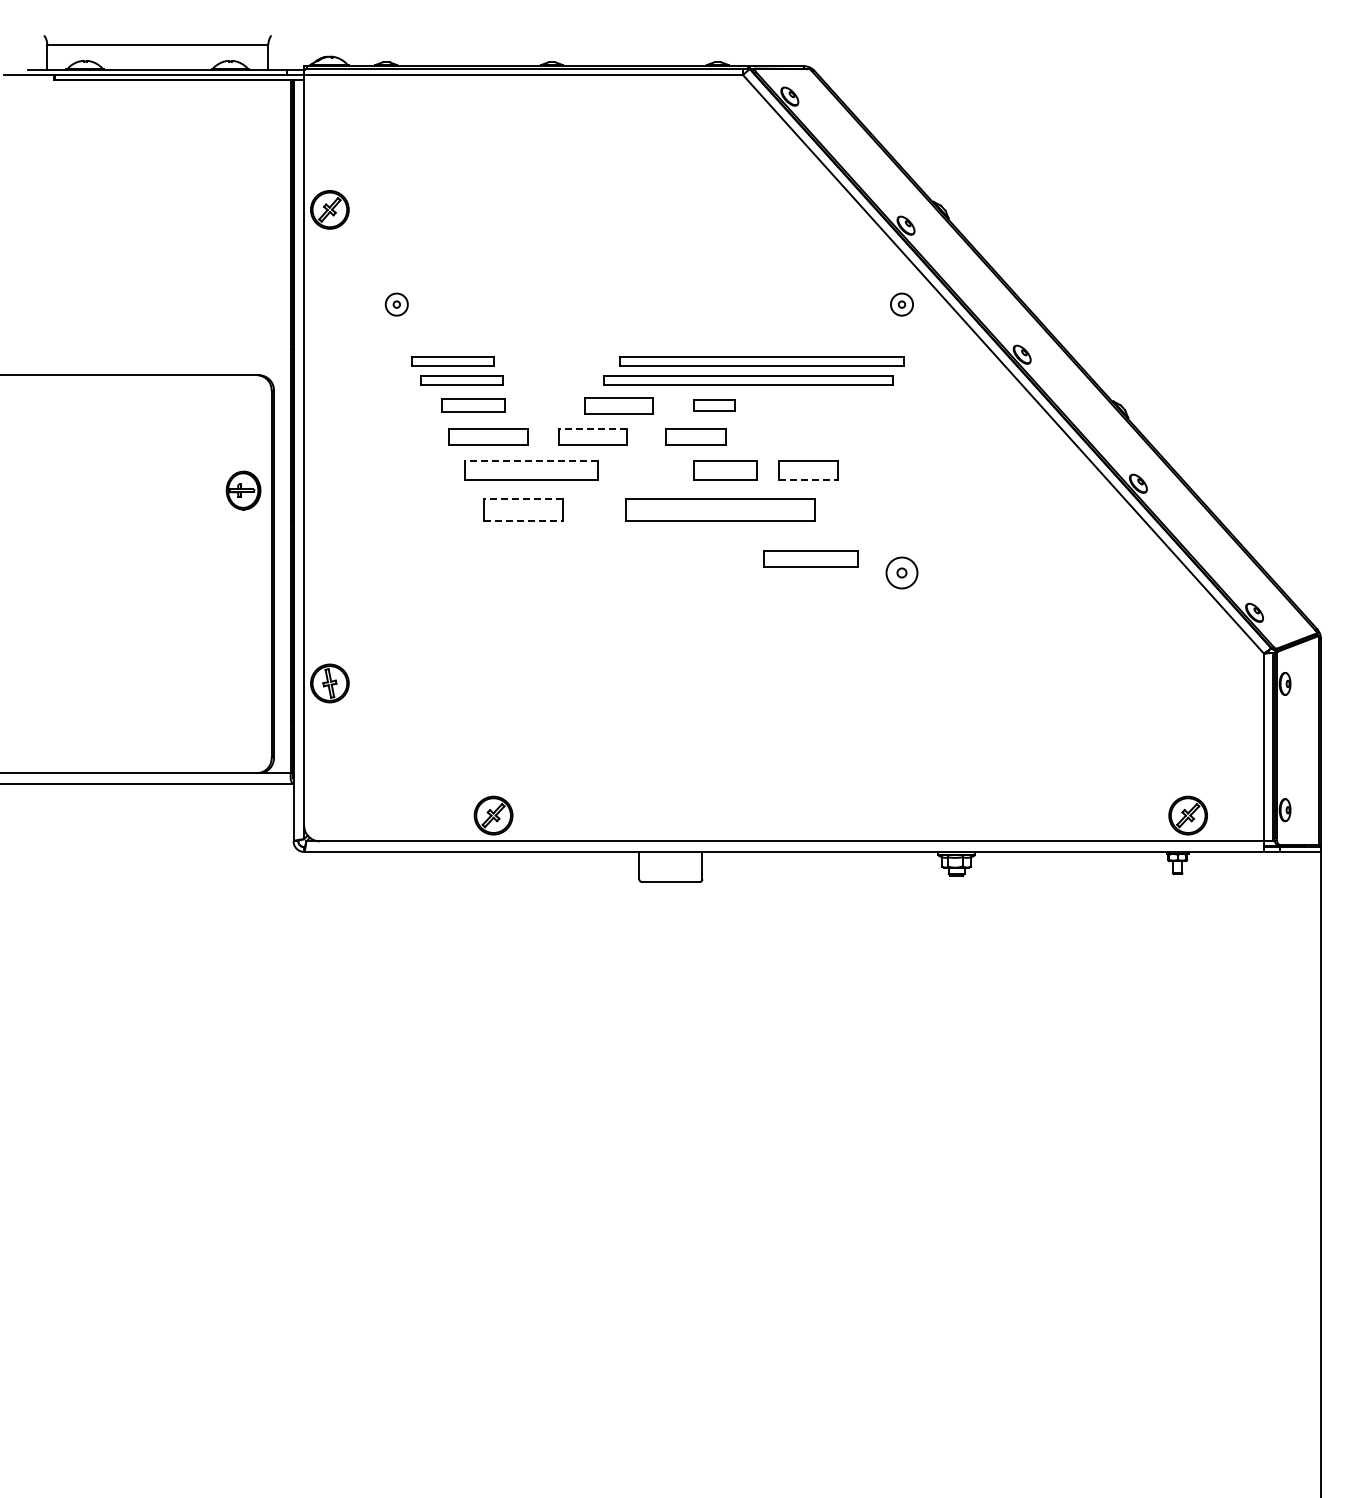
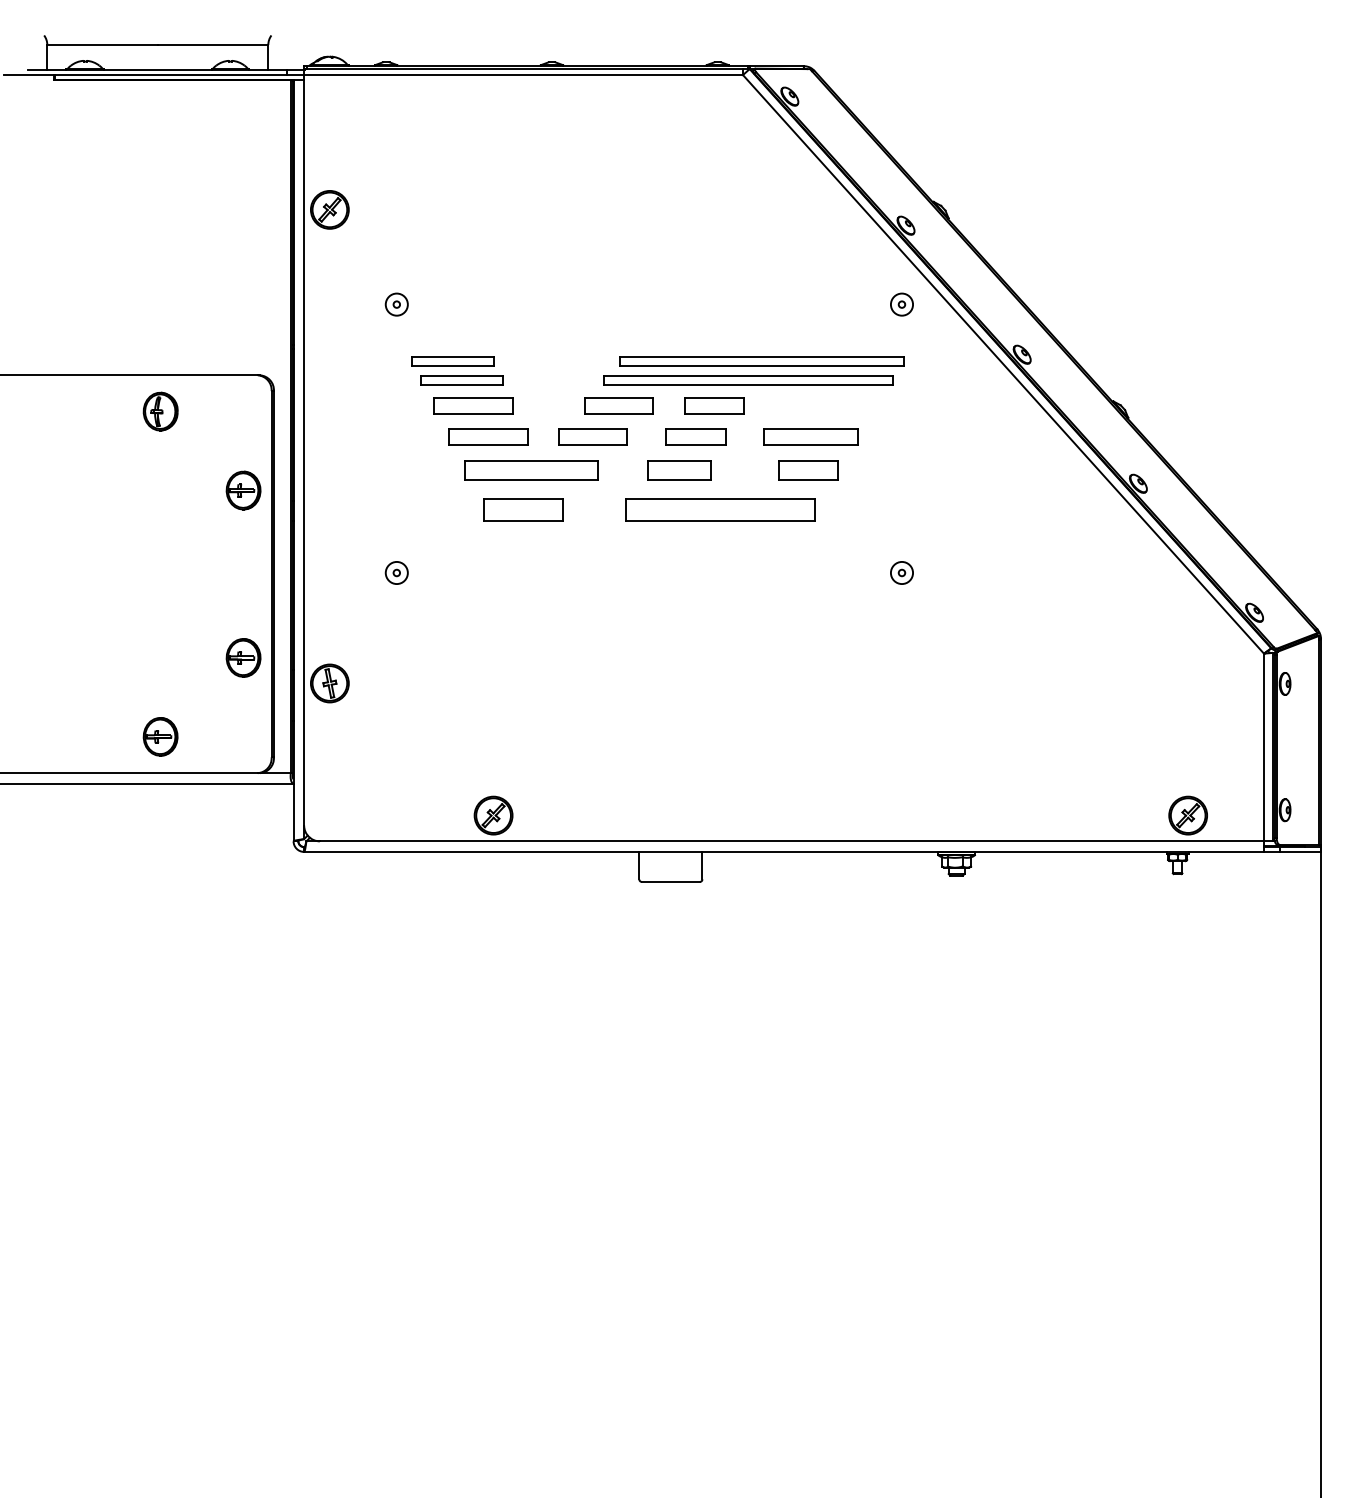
part at (473, 405) size: 65x15 px -> 81x18 px
part at (714, 405) size: 43x13 px -> 61x18 px
part at (160, 411): none -> present
line at (592, 429): dashed -> solid
line at (530, 460): dashed -> solid
part at (725, 470) position: (725, 470) -> (679, 470)
line at (808, 479): dashed -> solid
line at (523, 498): dashed -> solid
line at (524, 520): dashed -> solid
part at (810, 558) position: (810, 558) -> (810, 436)
part at (396, 572): none -> present
part at (901, 572) size: 34x34 px -> 24x24 px
part at (243, 657): none -> present
part at (160, 736): none -> present
